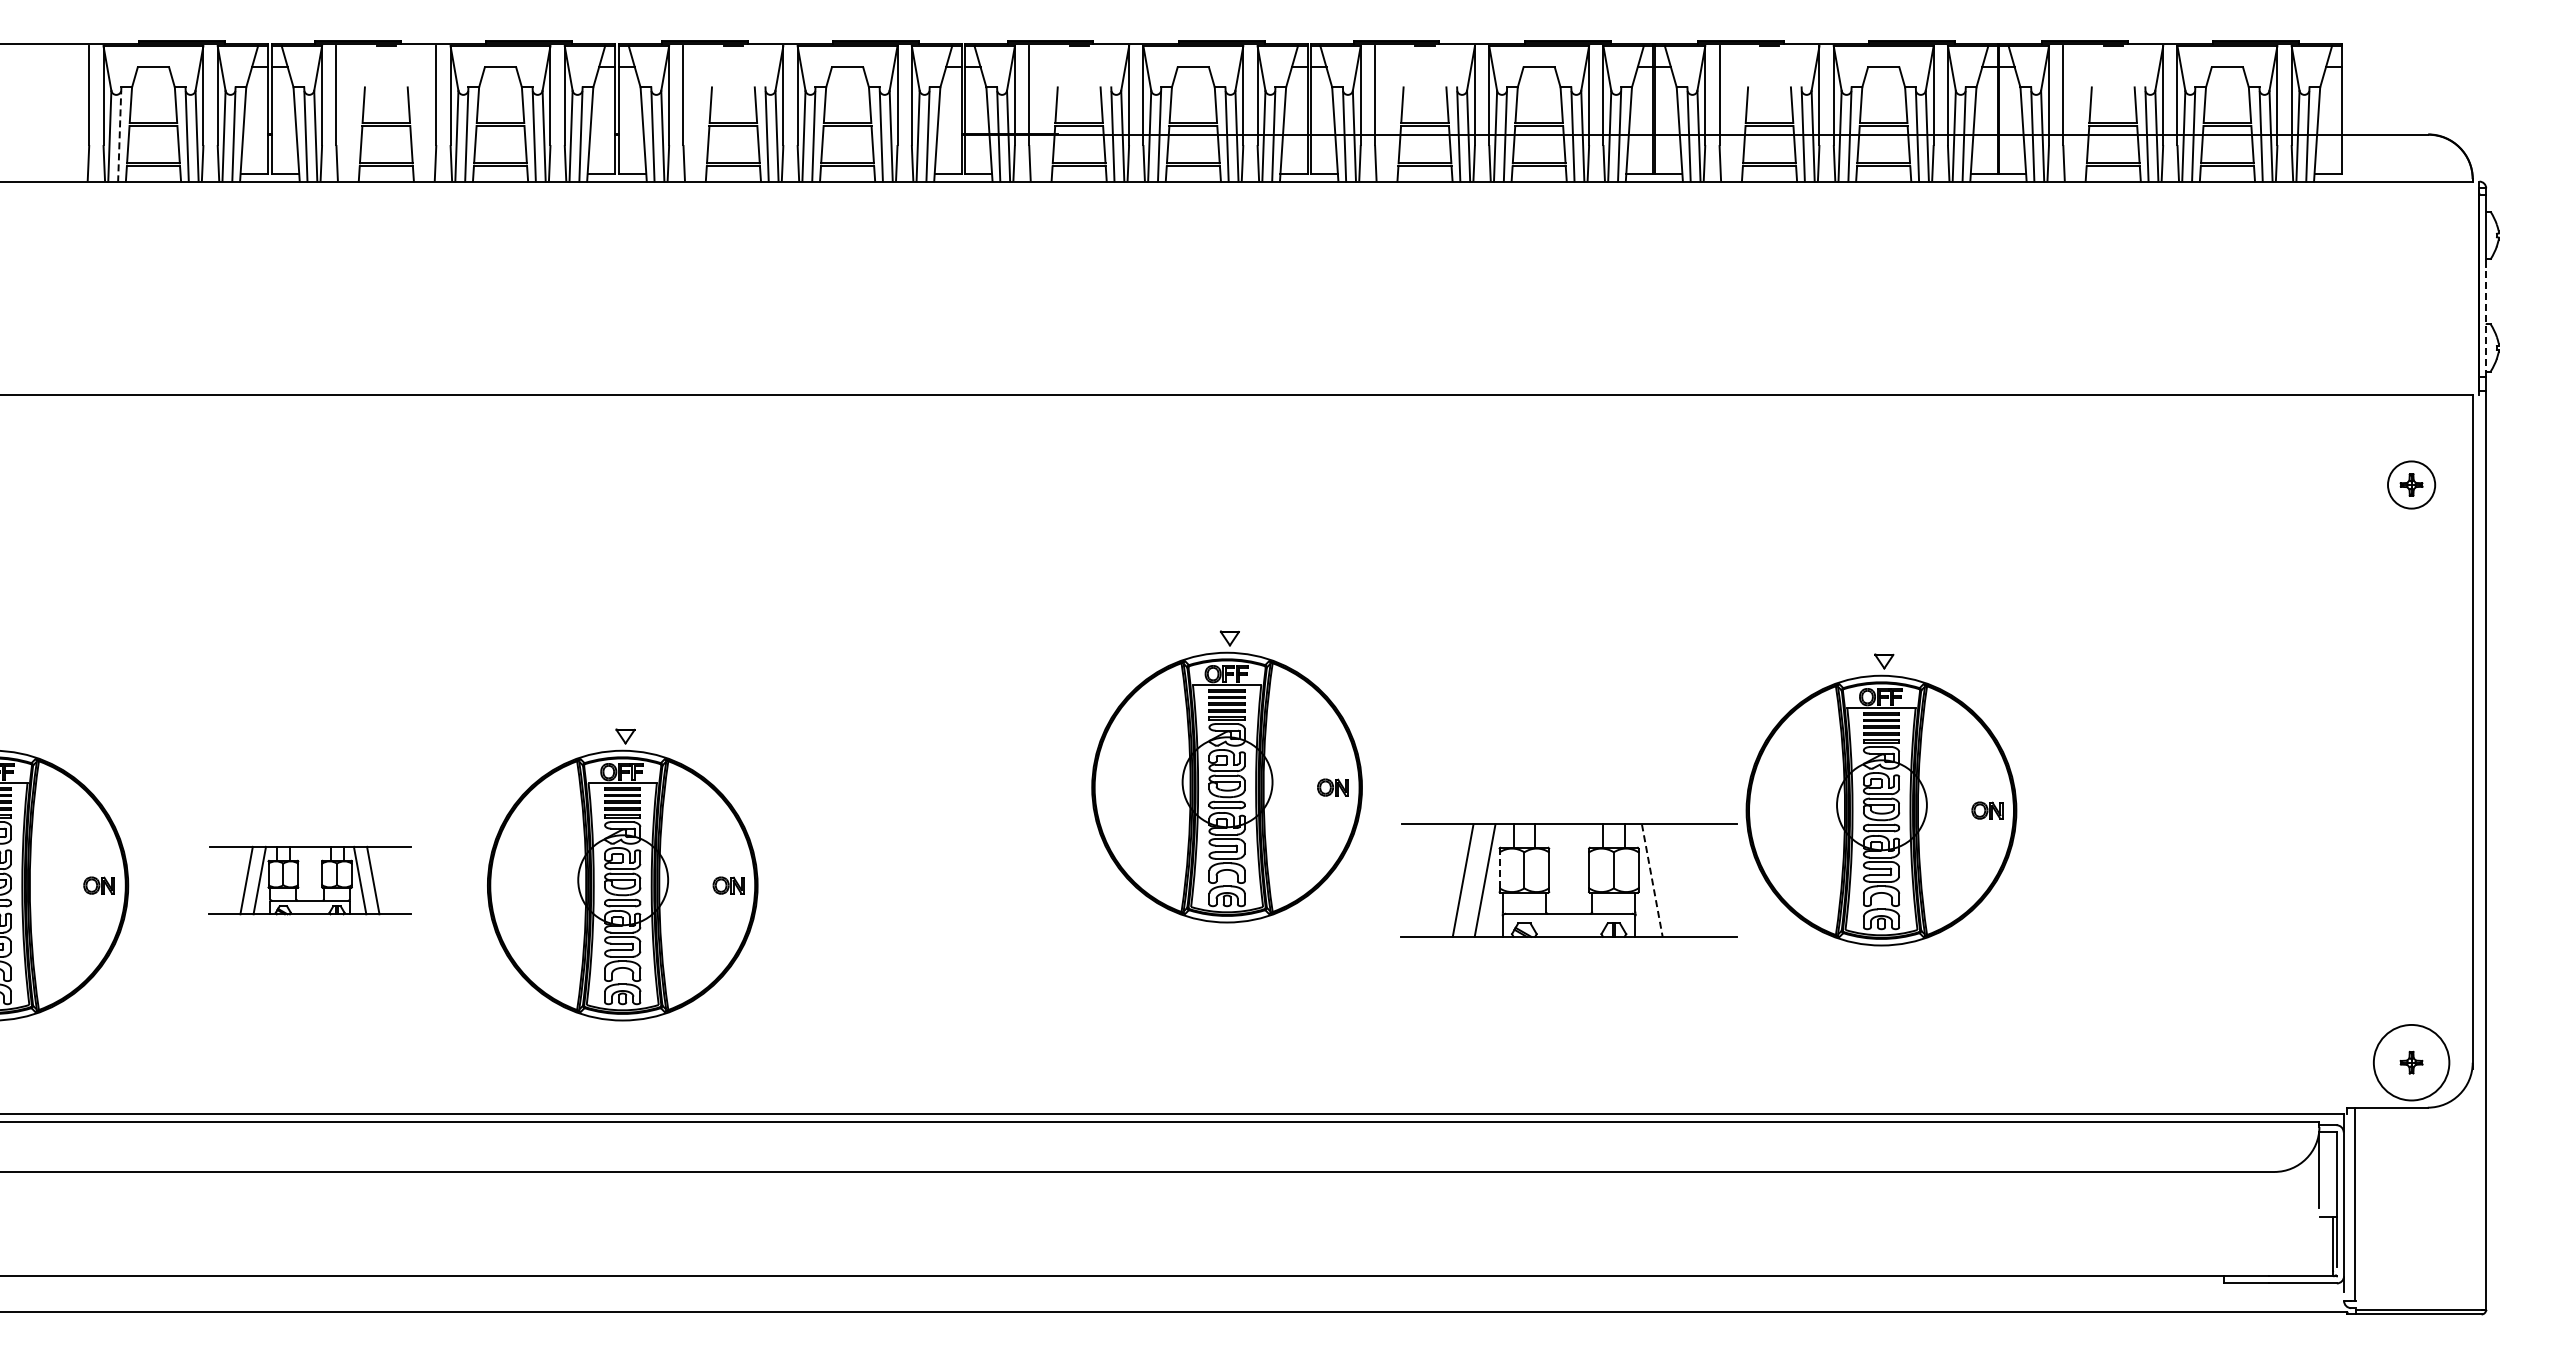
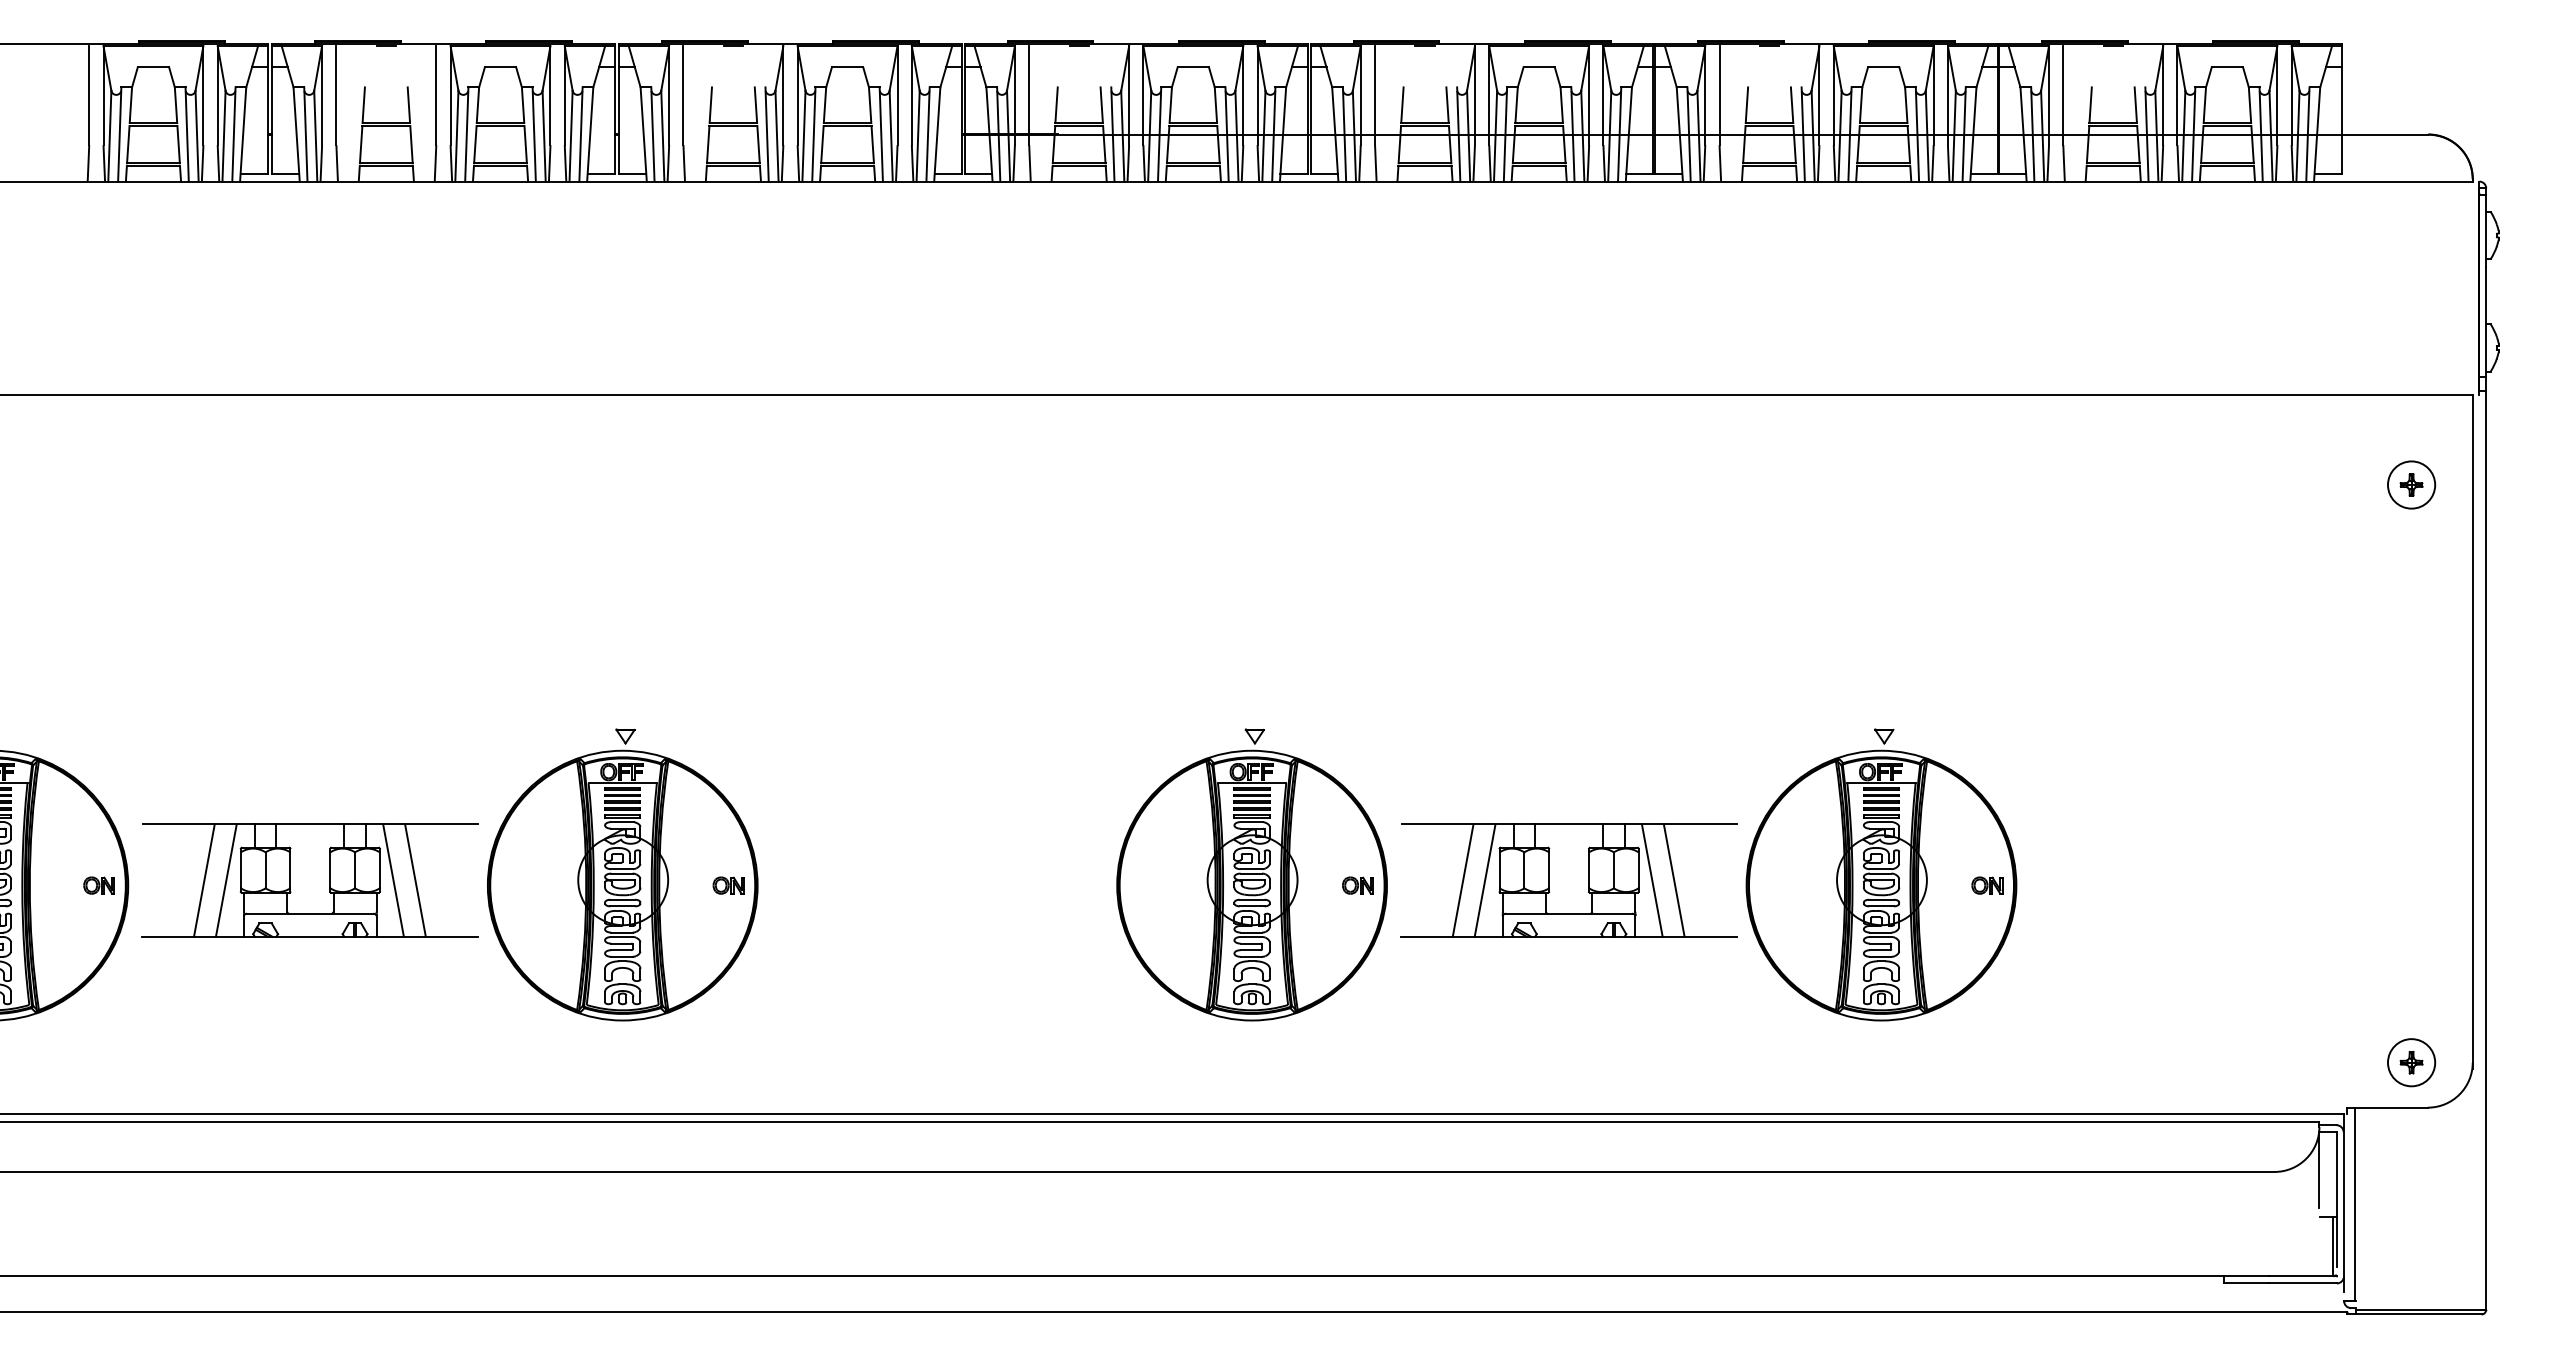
line at (119, 134): dashed -> solid
line at (2486, 321): dashed -> solid
part at (1226, 776) position: (1226, 776) -> (1251, 874)
part at (1881, 799) position: (1881, 799) -> (1881, 874)
line at (1499, 870): dashed -> solid
part at (309, 880) size: 204x71 px -> 338x115 px
line at (1673, 880): none -> present
line at (1652, 881): dashed -> solid
circle at (2411, 1062) diameter: 76 px -> 47 px
